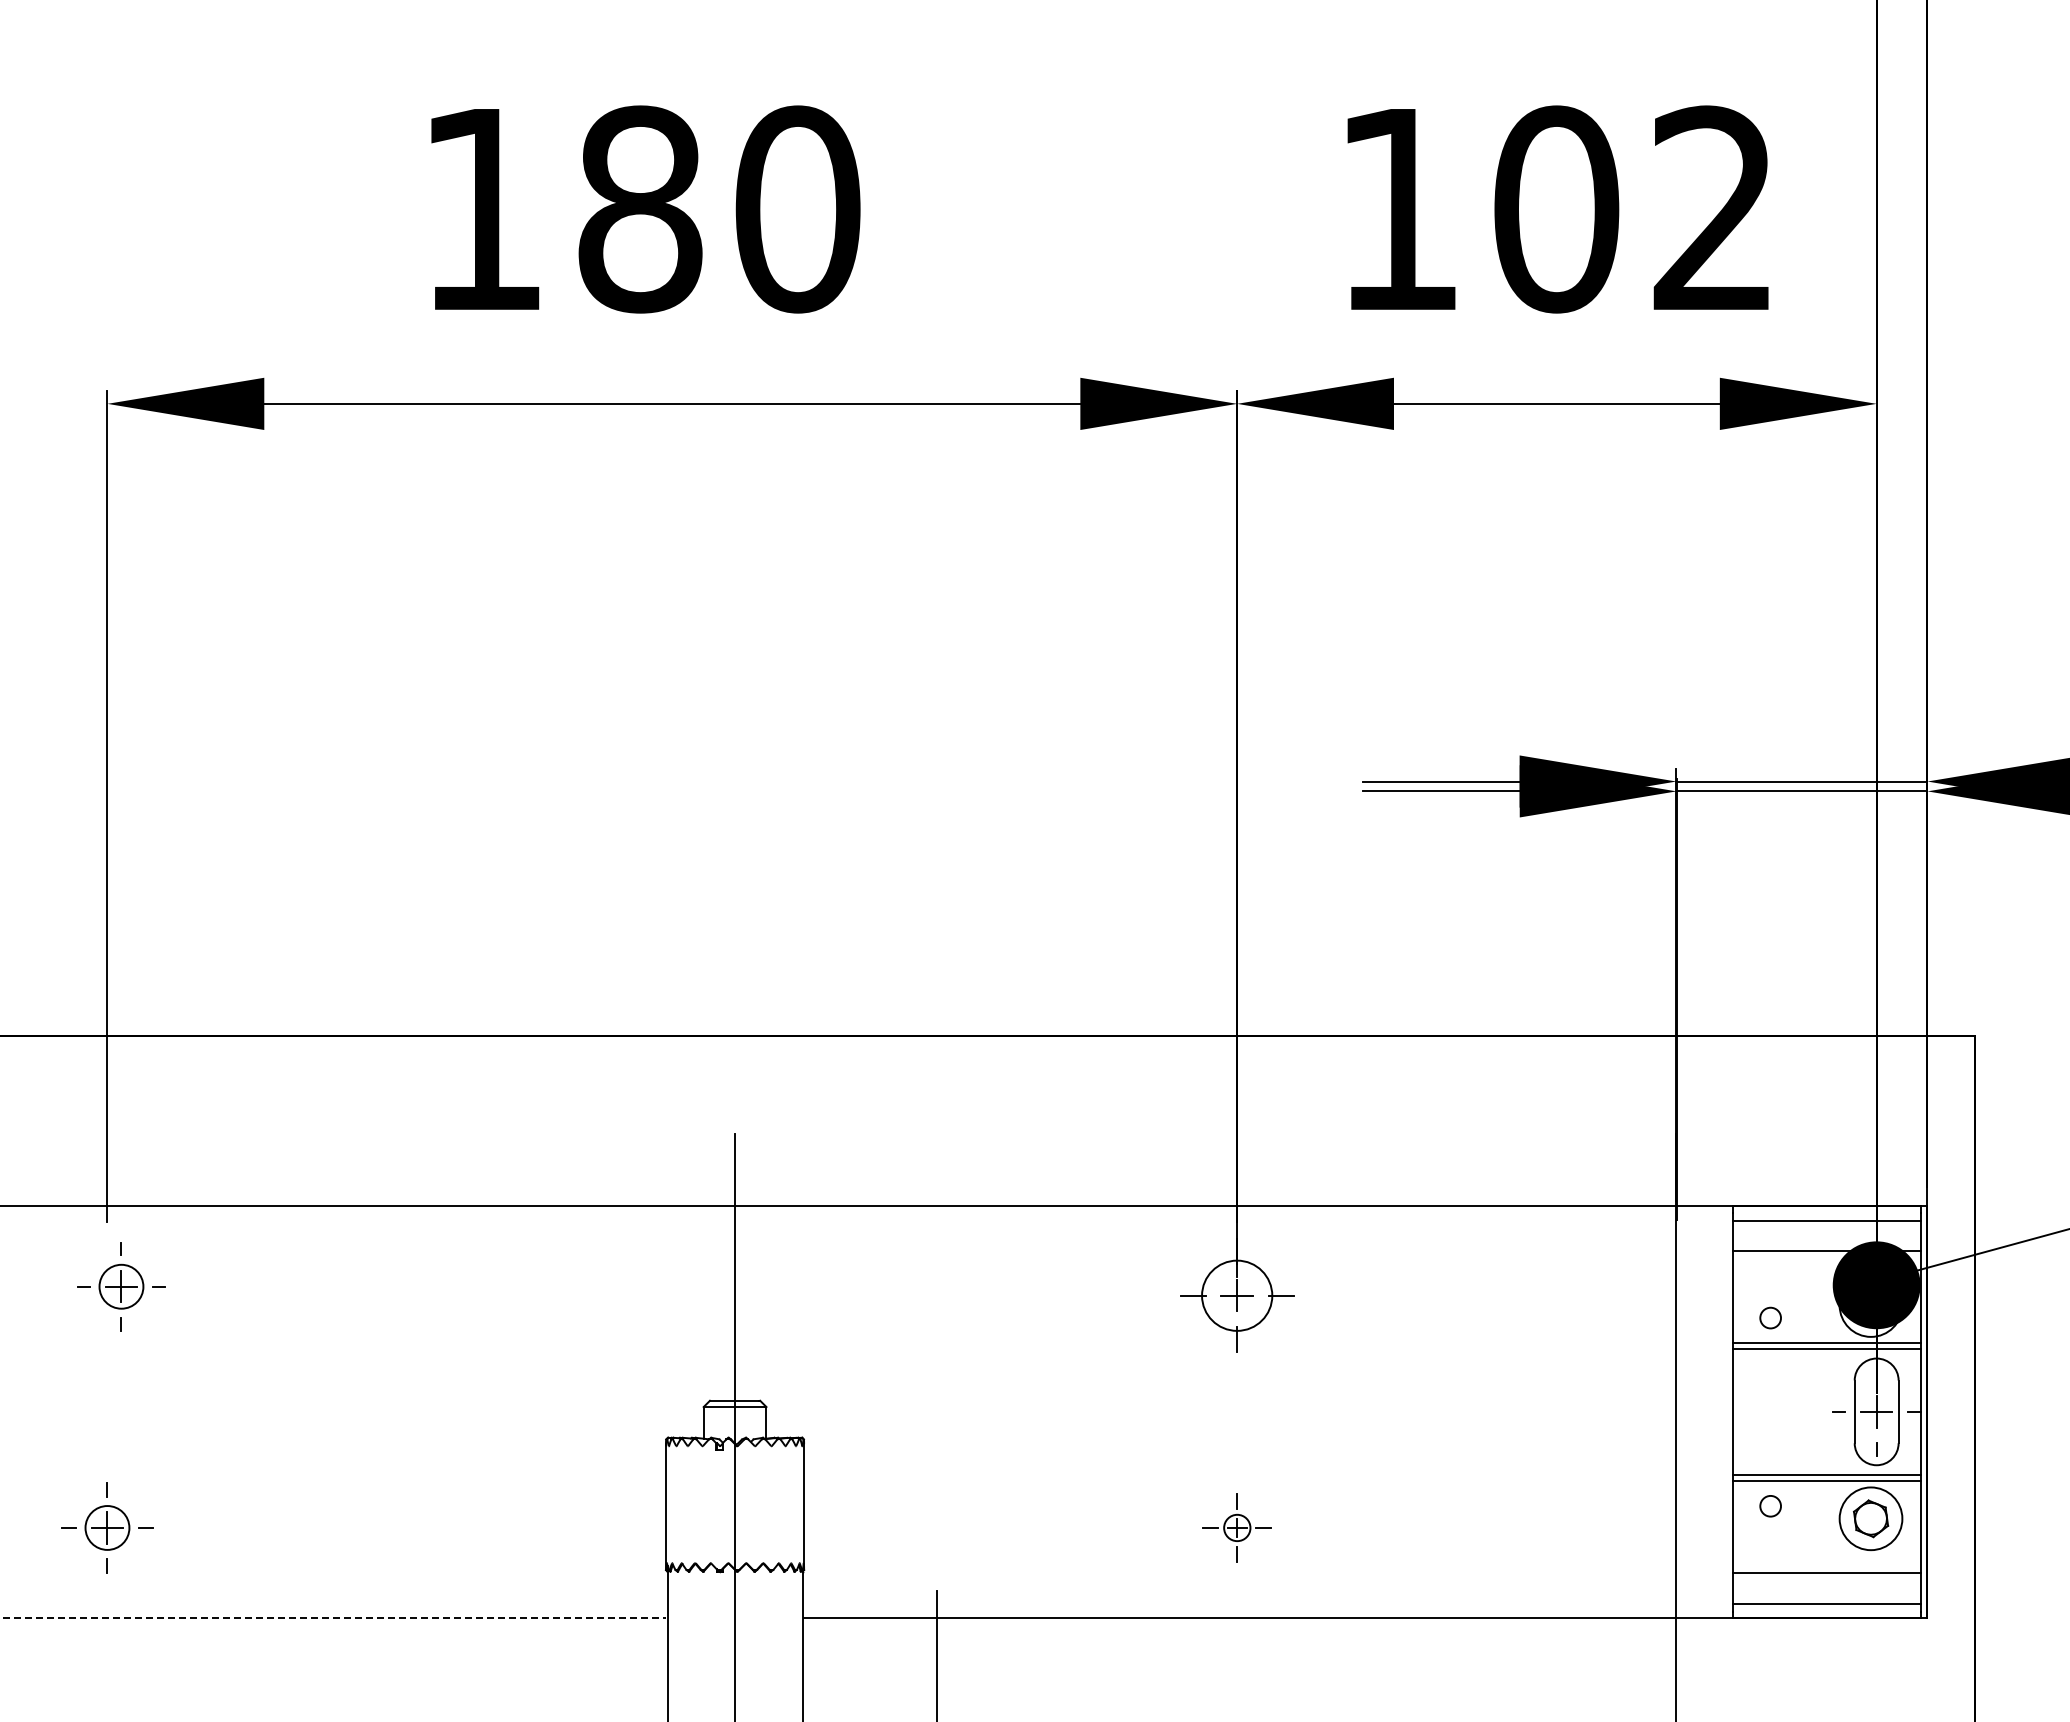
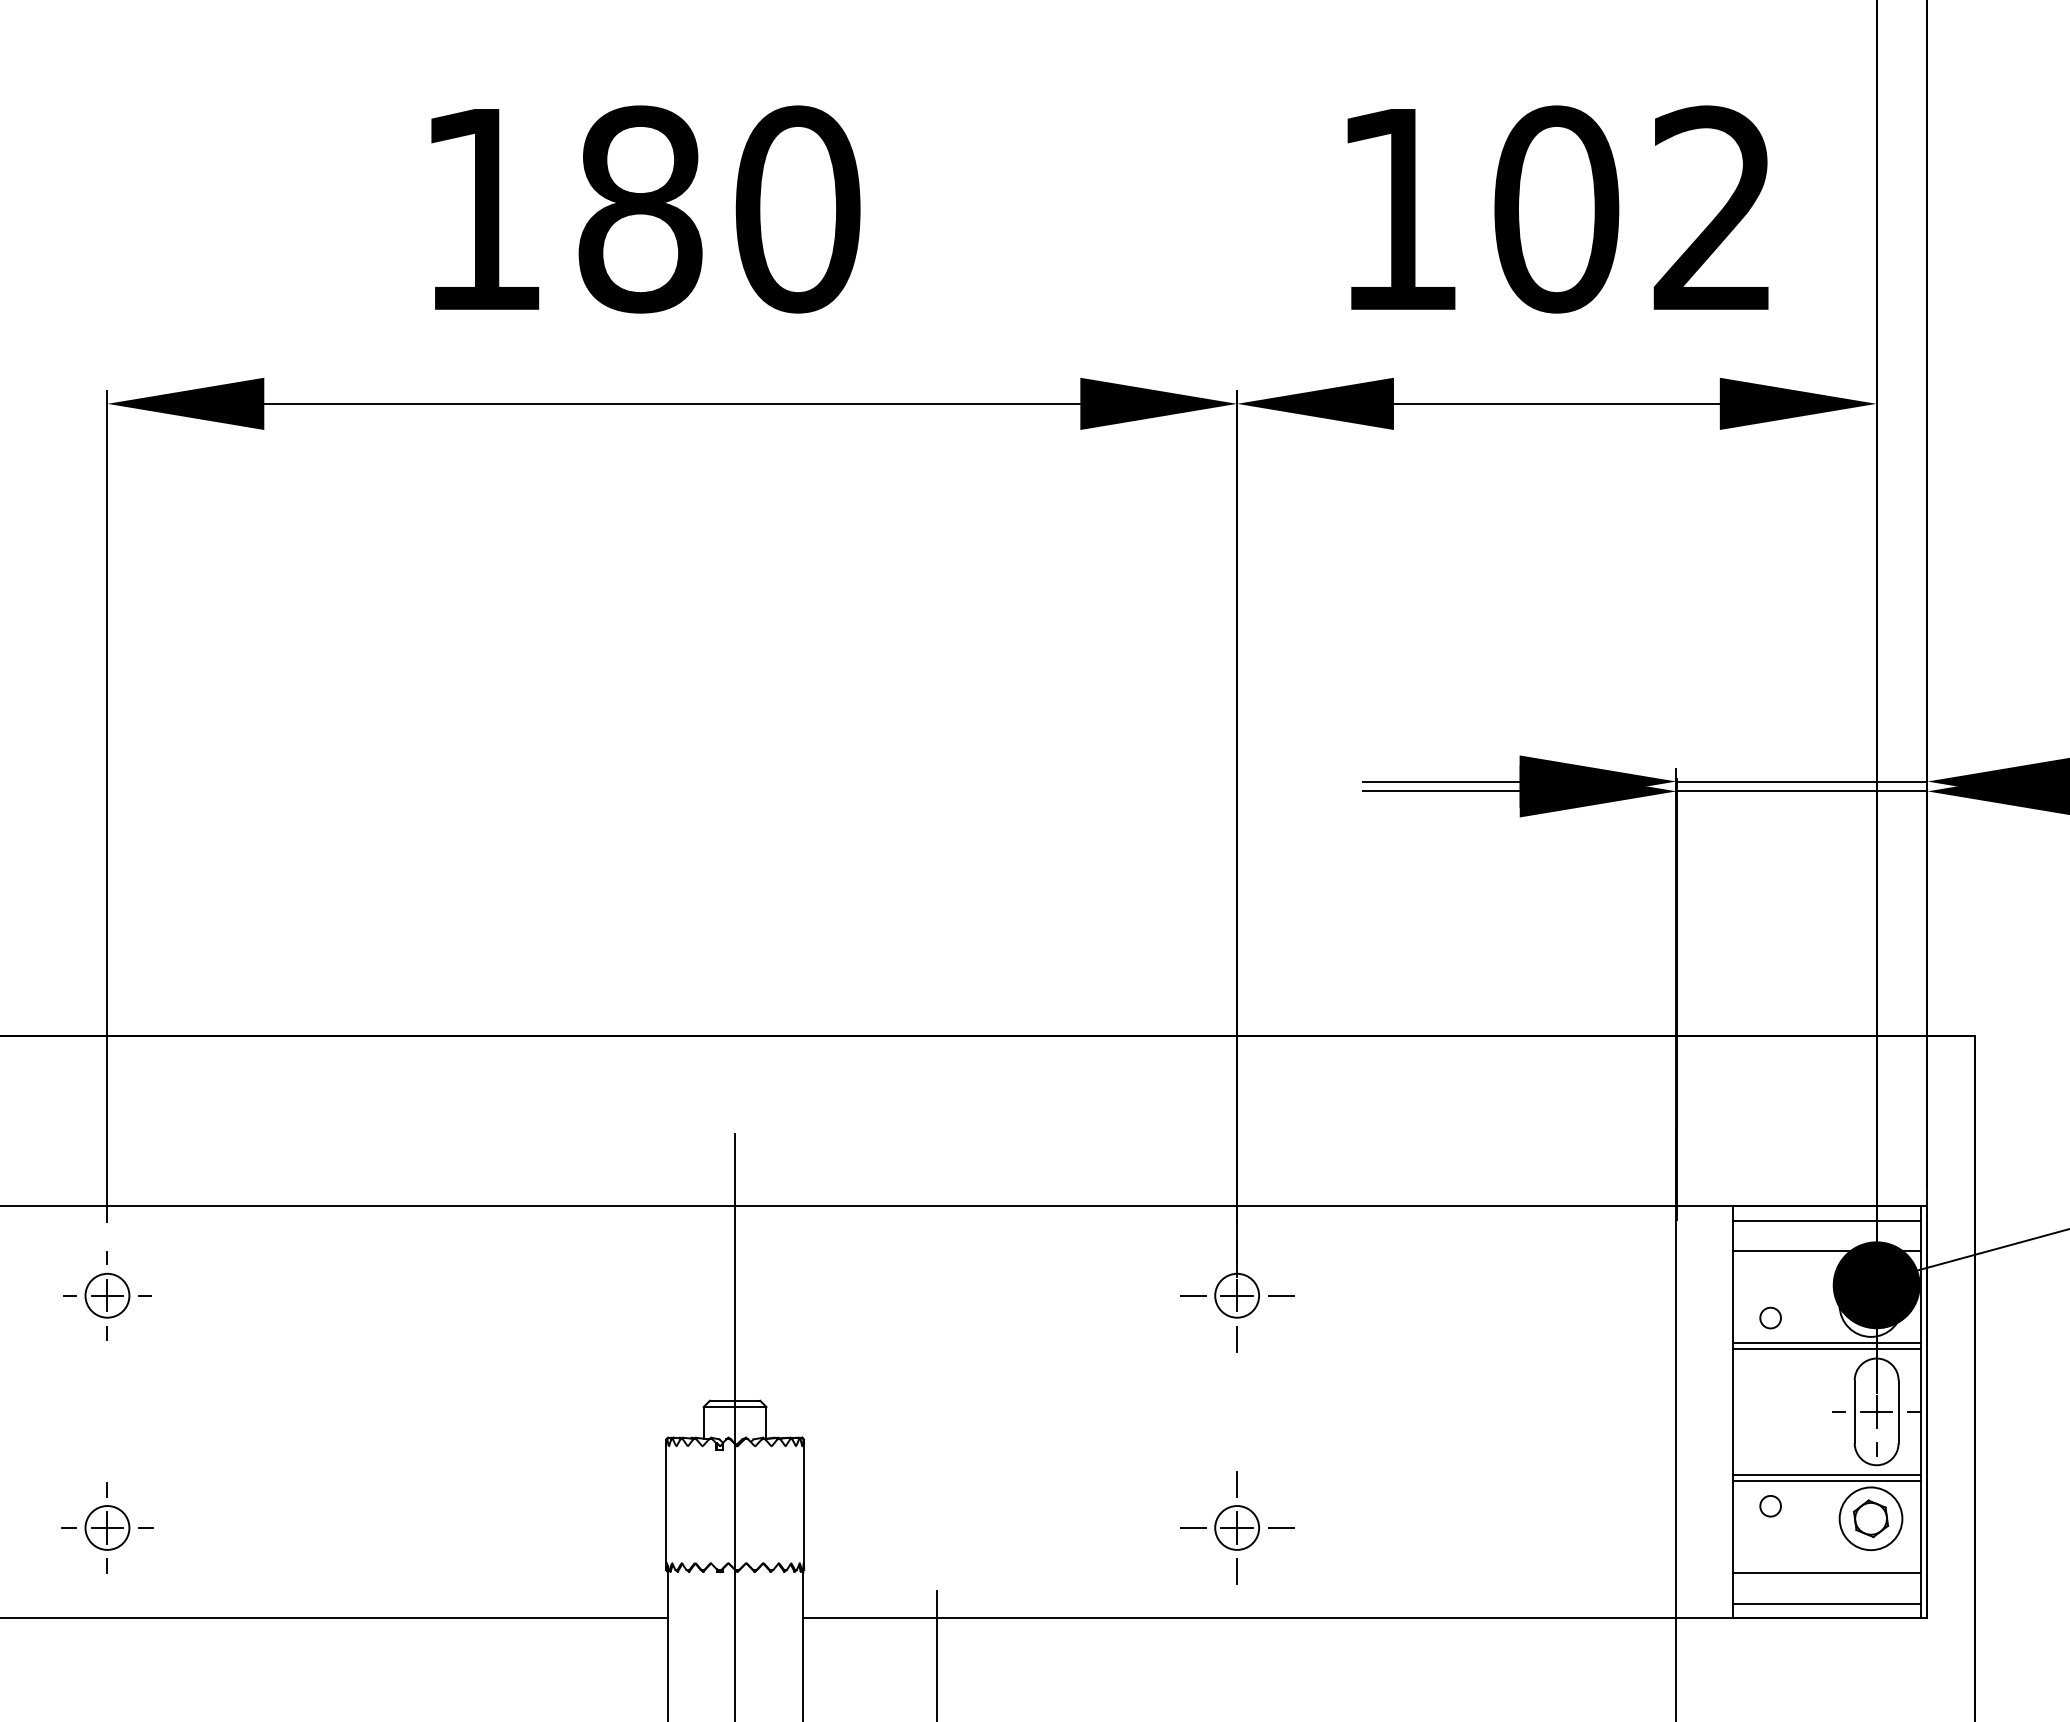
part at (121, 1286) position: (121, 1286) -> (107, 1295)
circle at (1237, 1295) diameter: 70 px -> 44 px
part at (1236, 1527) size: 70x70 px -> 115x114 px
line at (333, 1617): dashed -> solid
